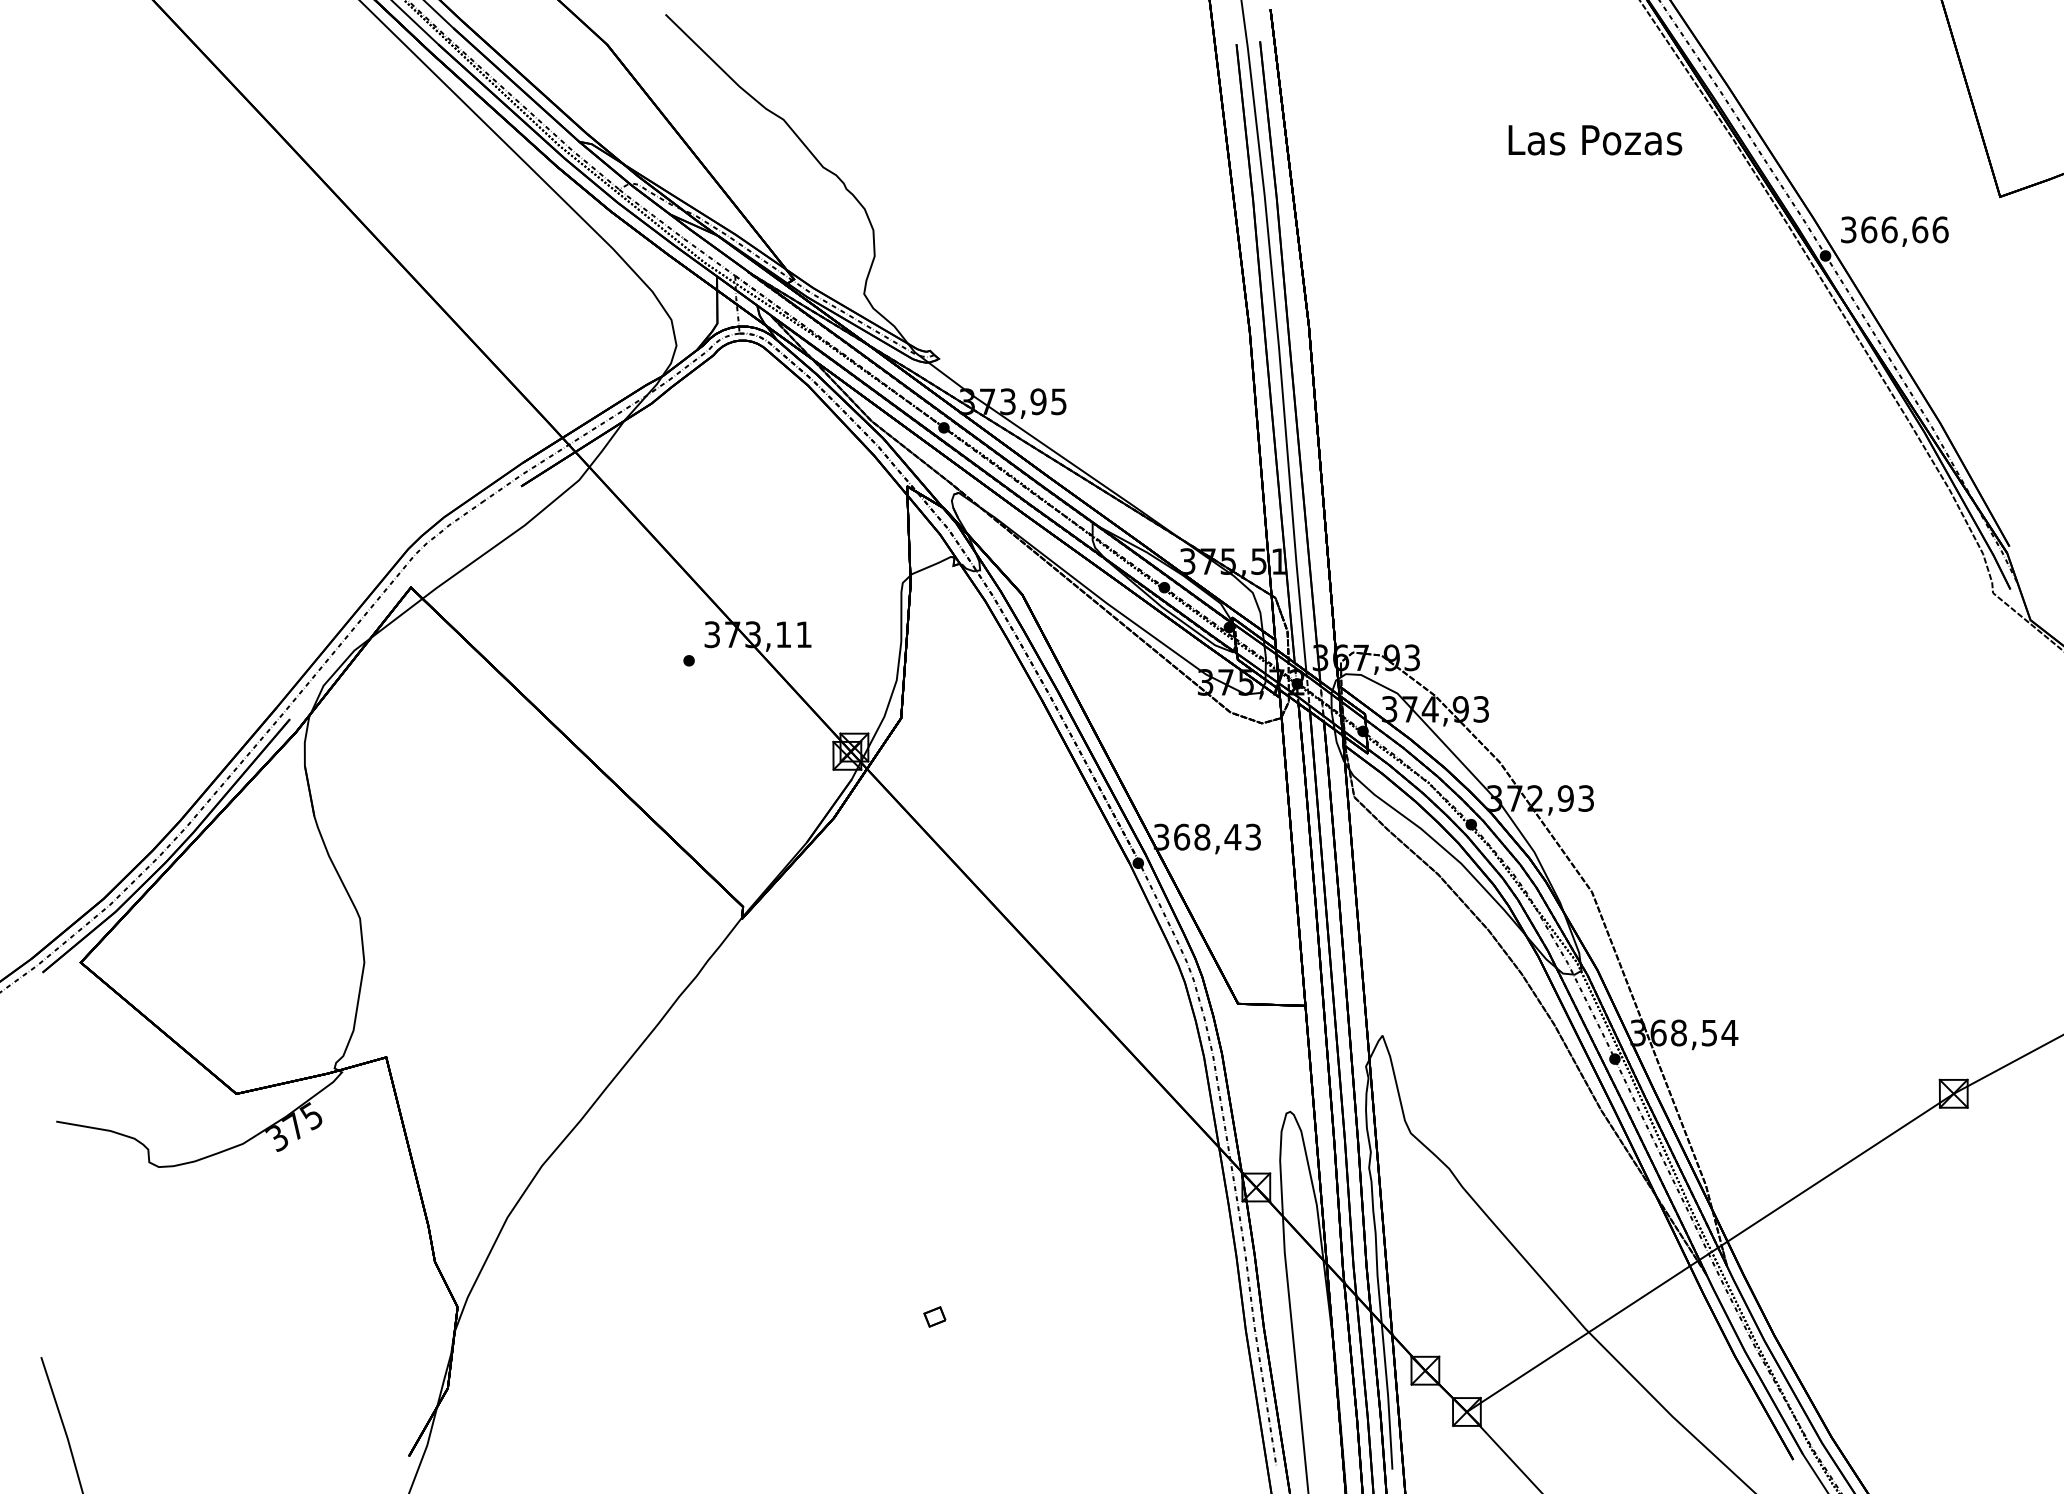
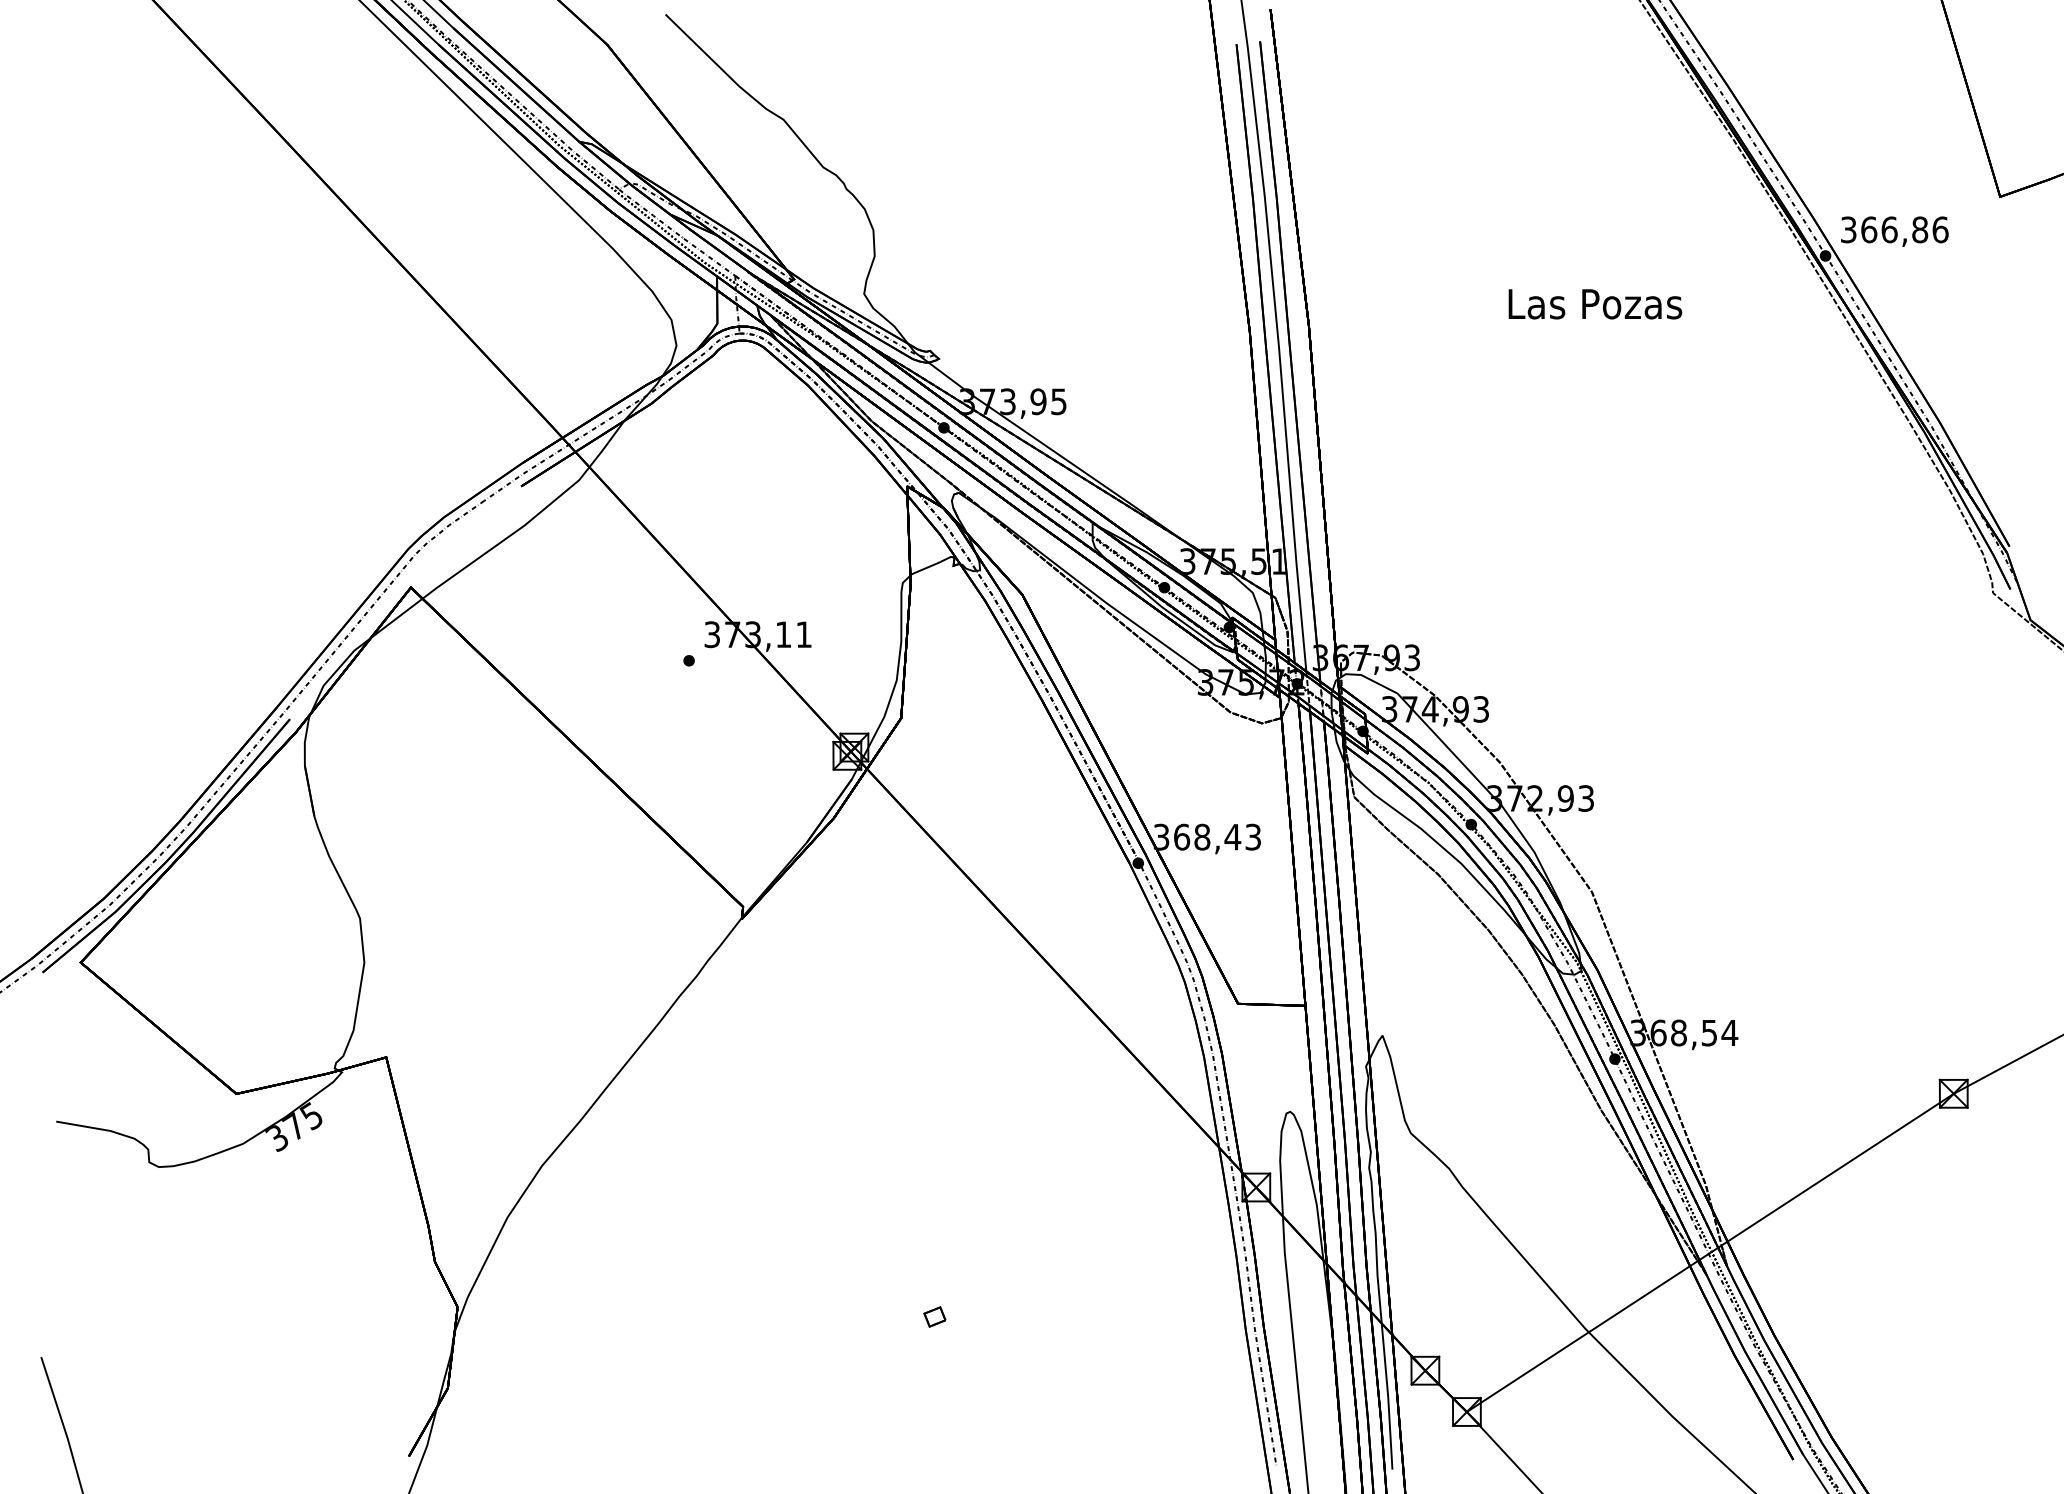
text at (1595, 140) position: (1595, 140) -> (1595, 304)
text at (1920, 229): 366,66 -> 366,86
